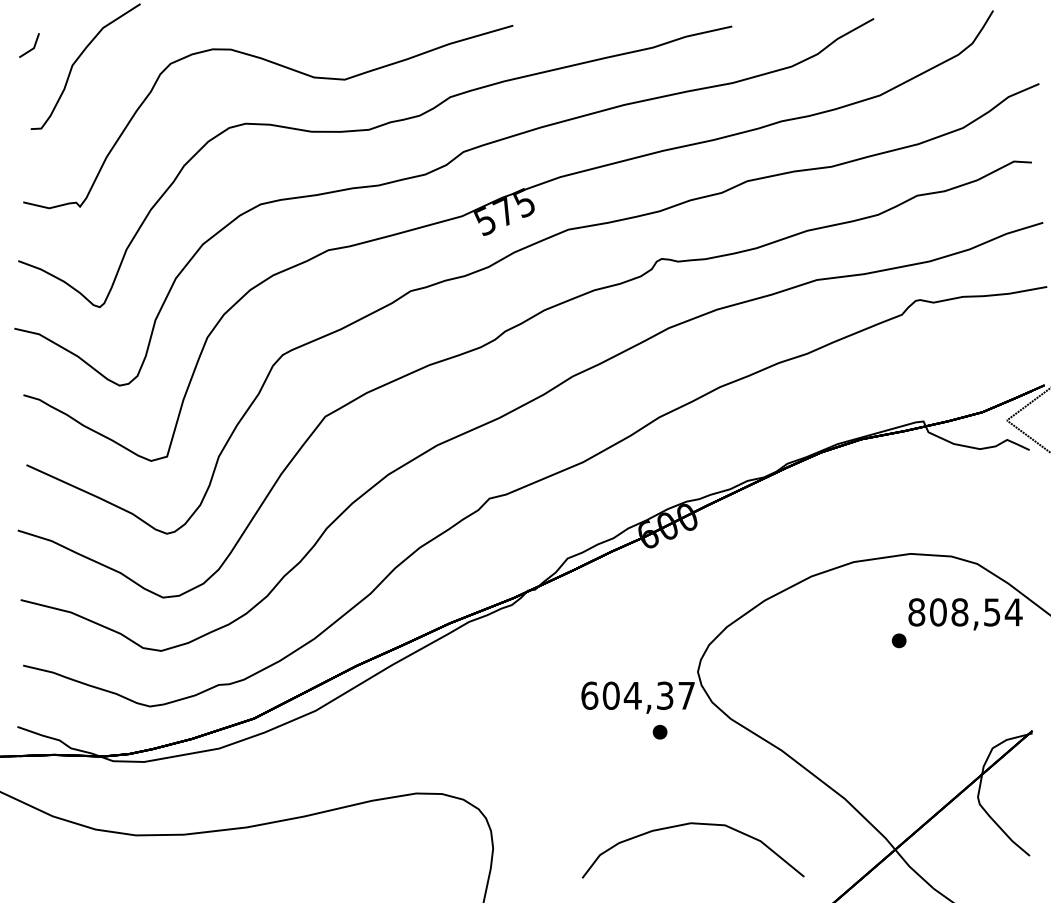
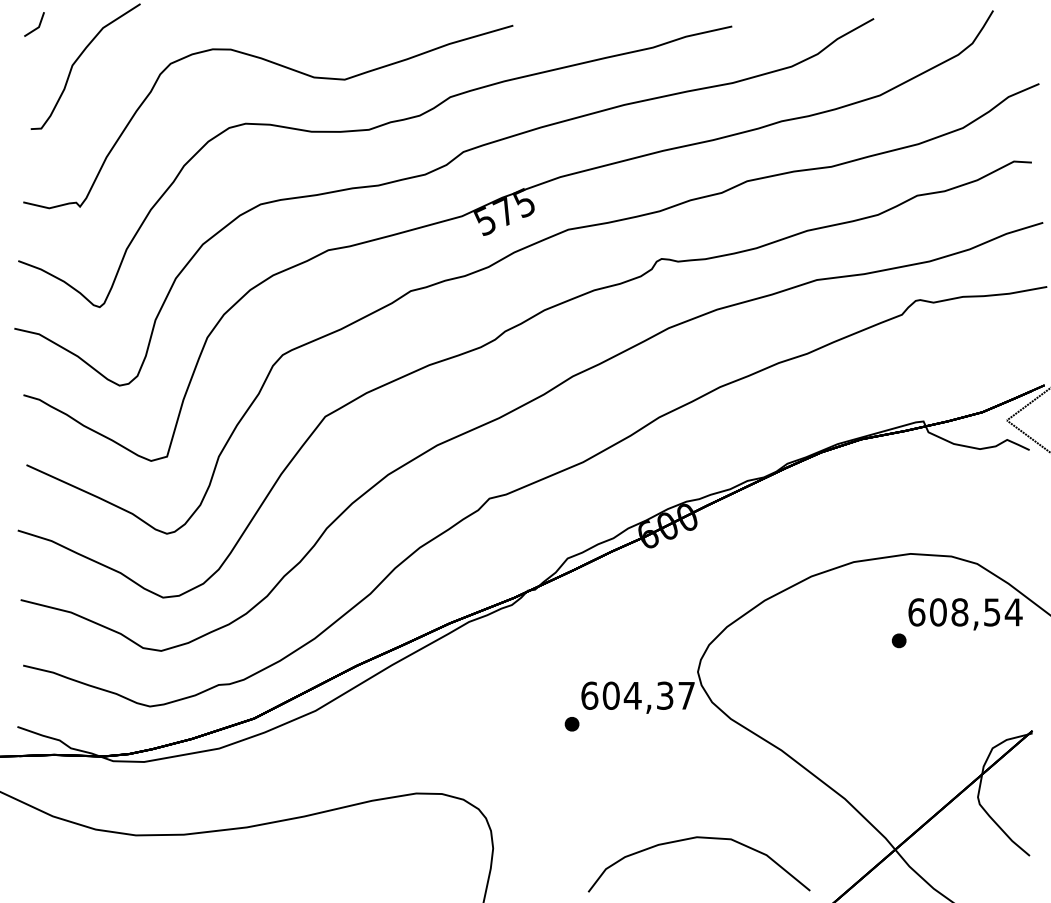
part at (29, 45) position: (29, 45) -> (34, 24)
text at (916, 612): 808,54 -> 608,54
part at (659, 732) position: (659, 732) -> (571, 724)
curve at (685, 825) position: (685, 825) -> (691, 839)
